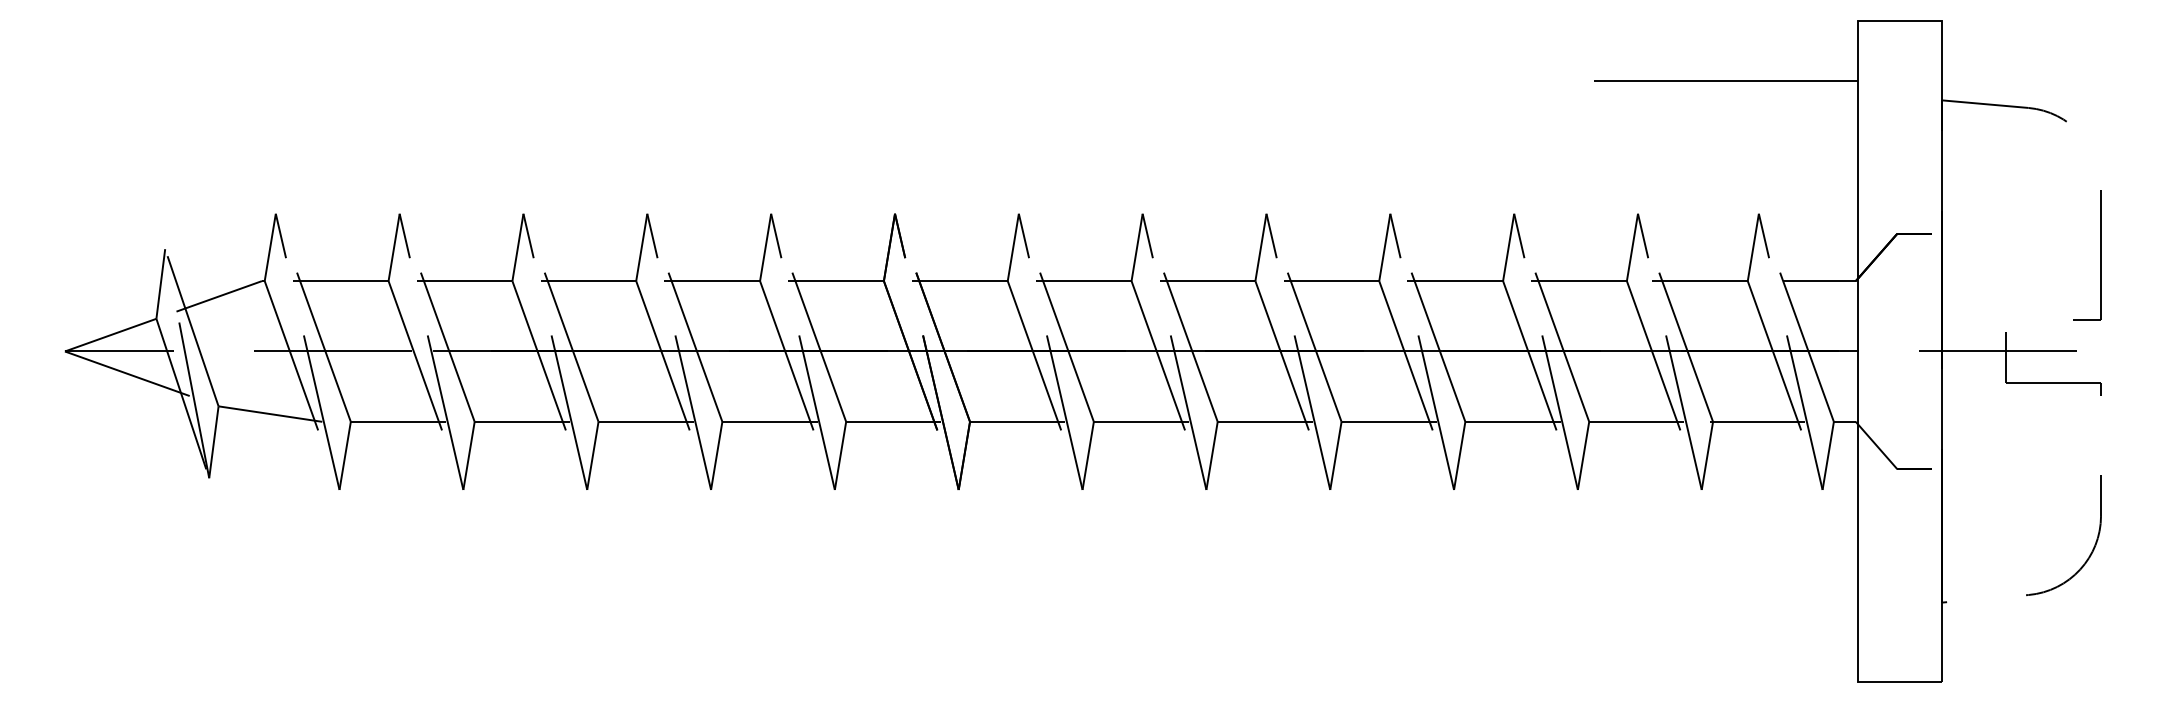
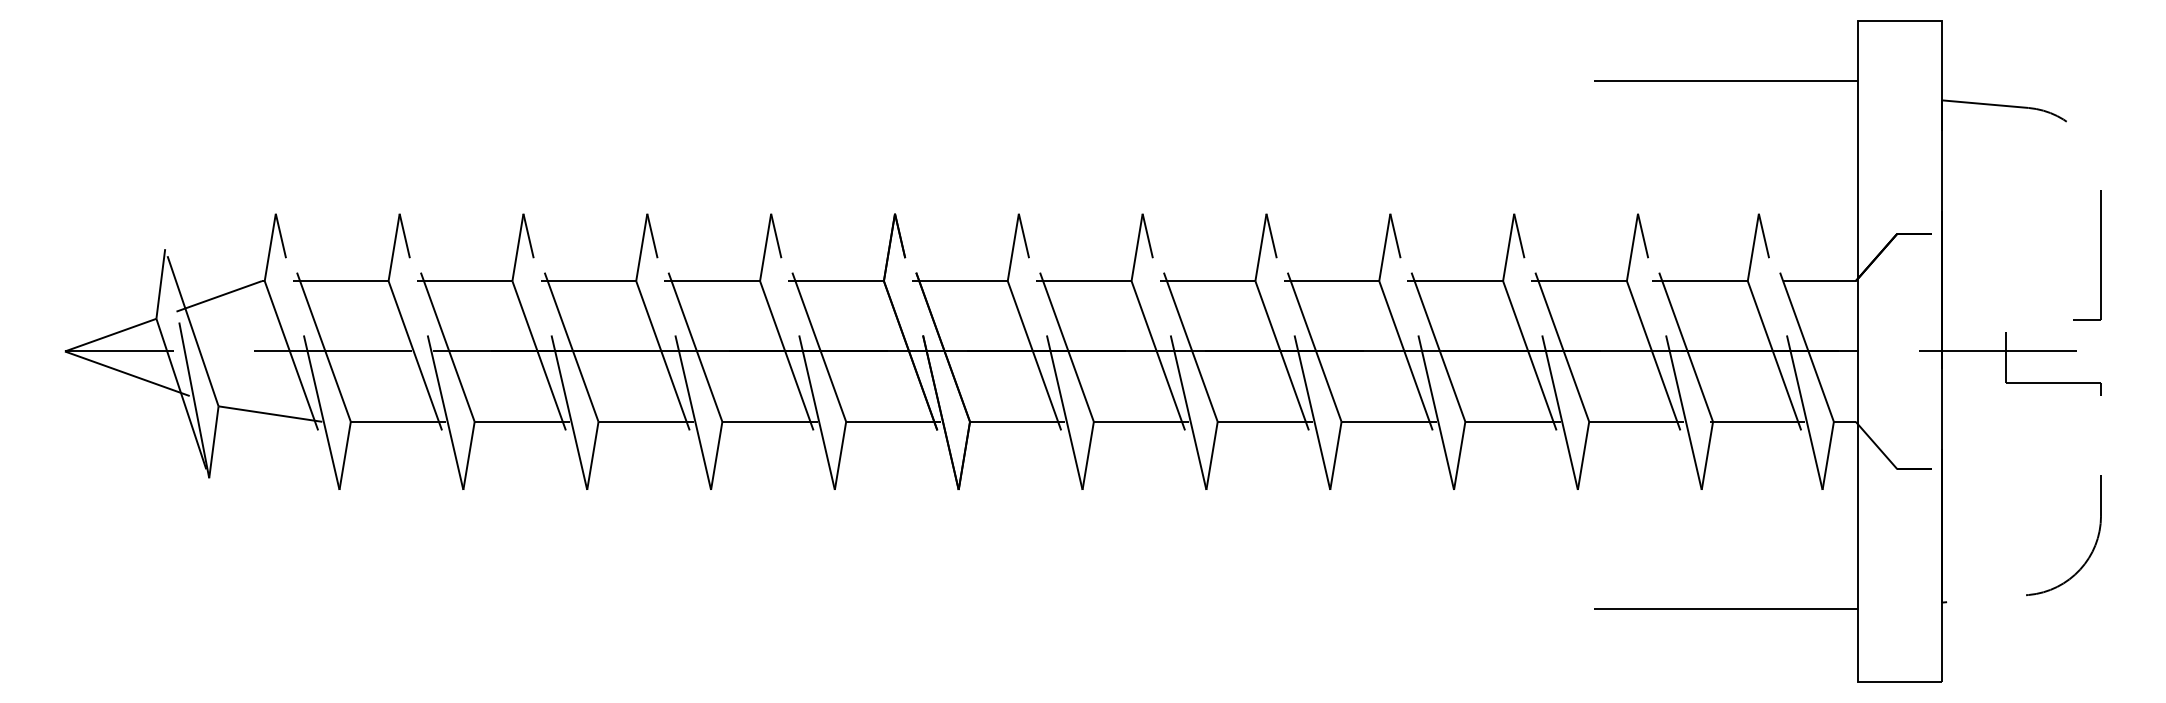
line at (1725, 609): none -> present
